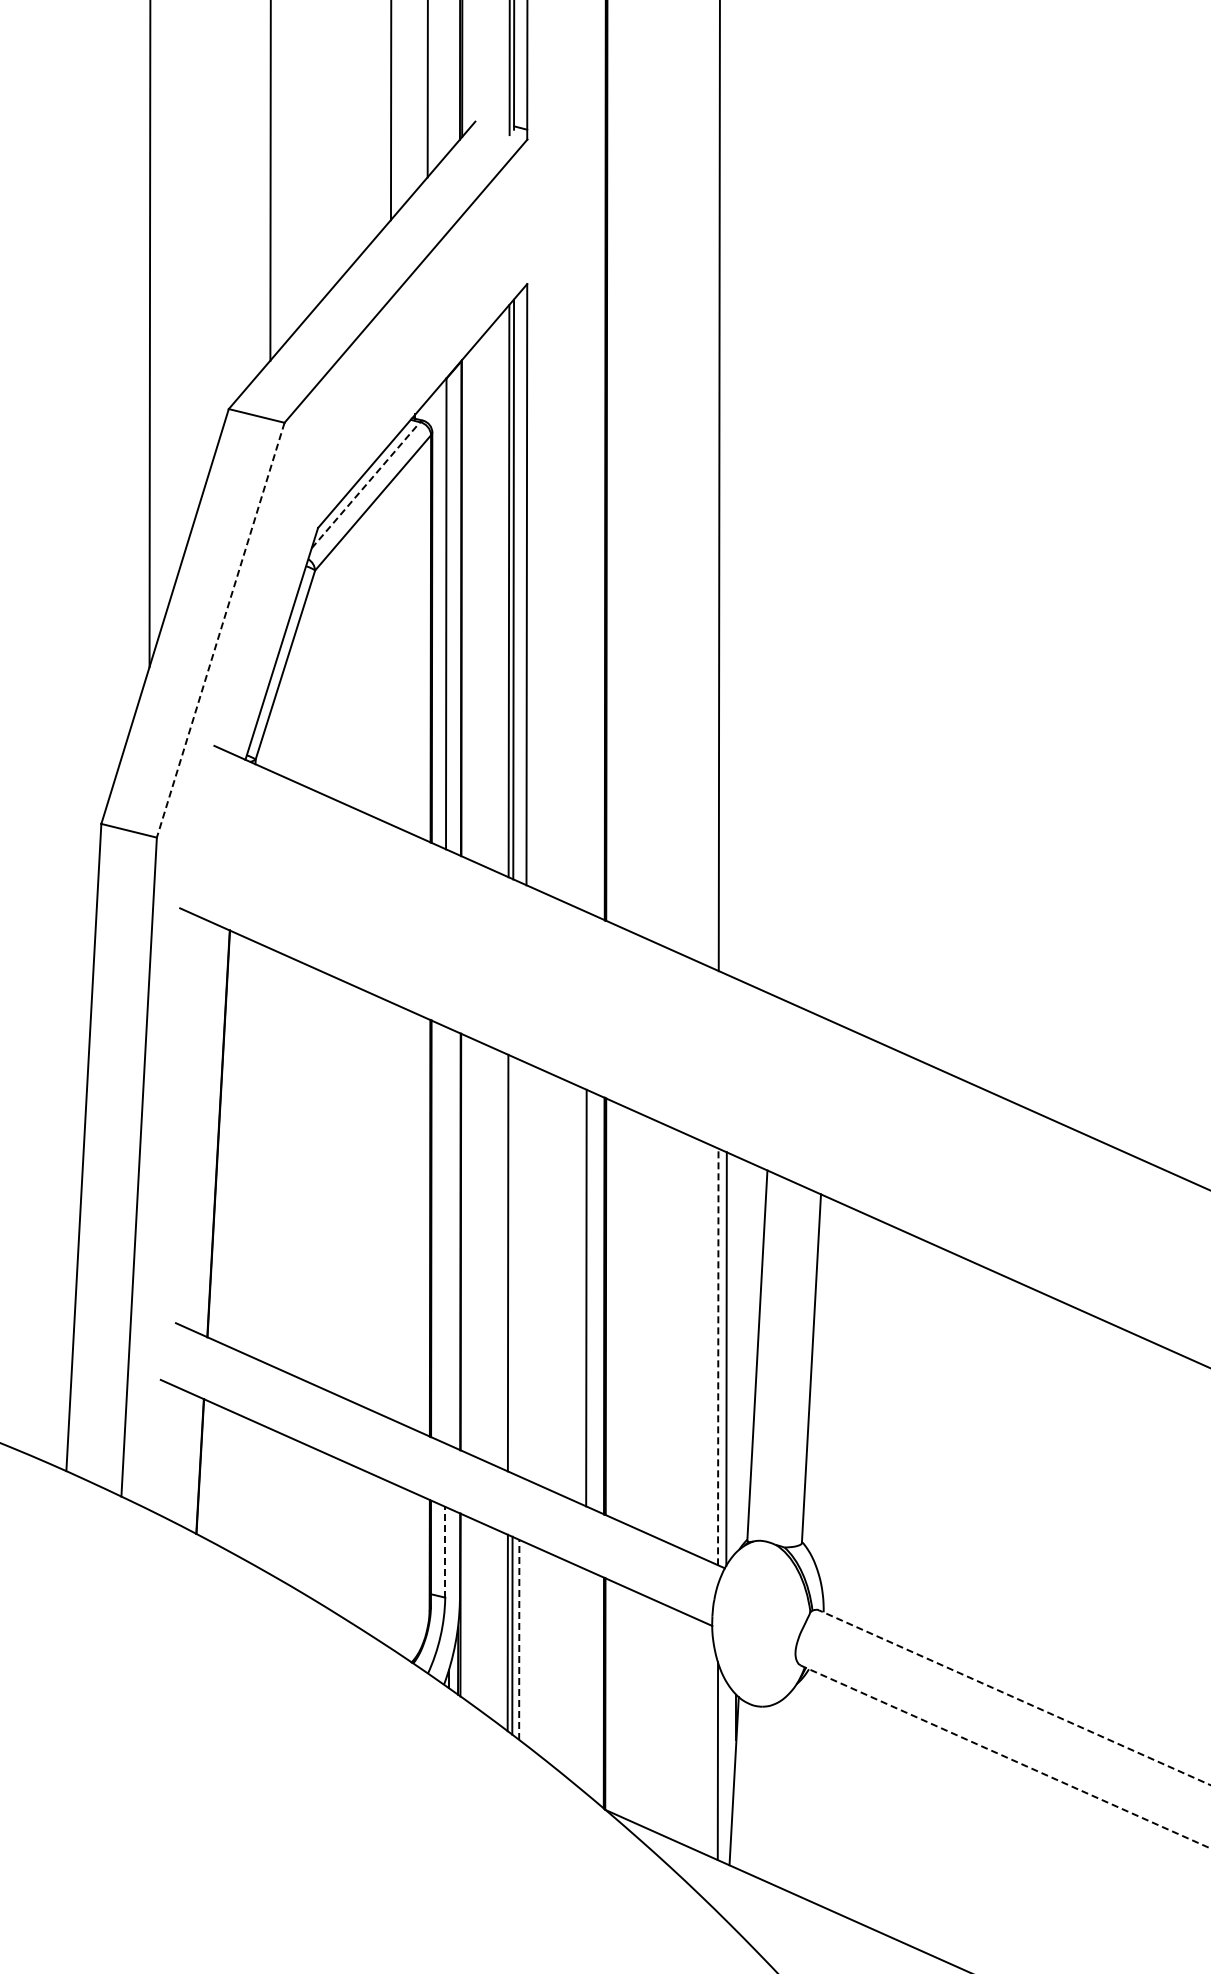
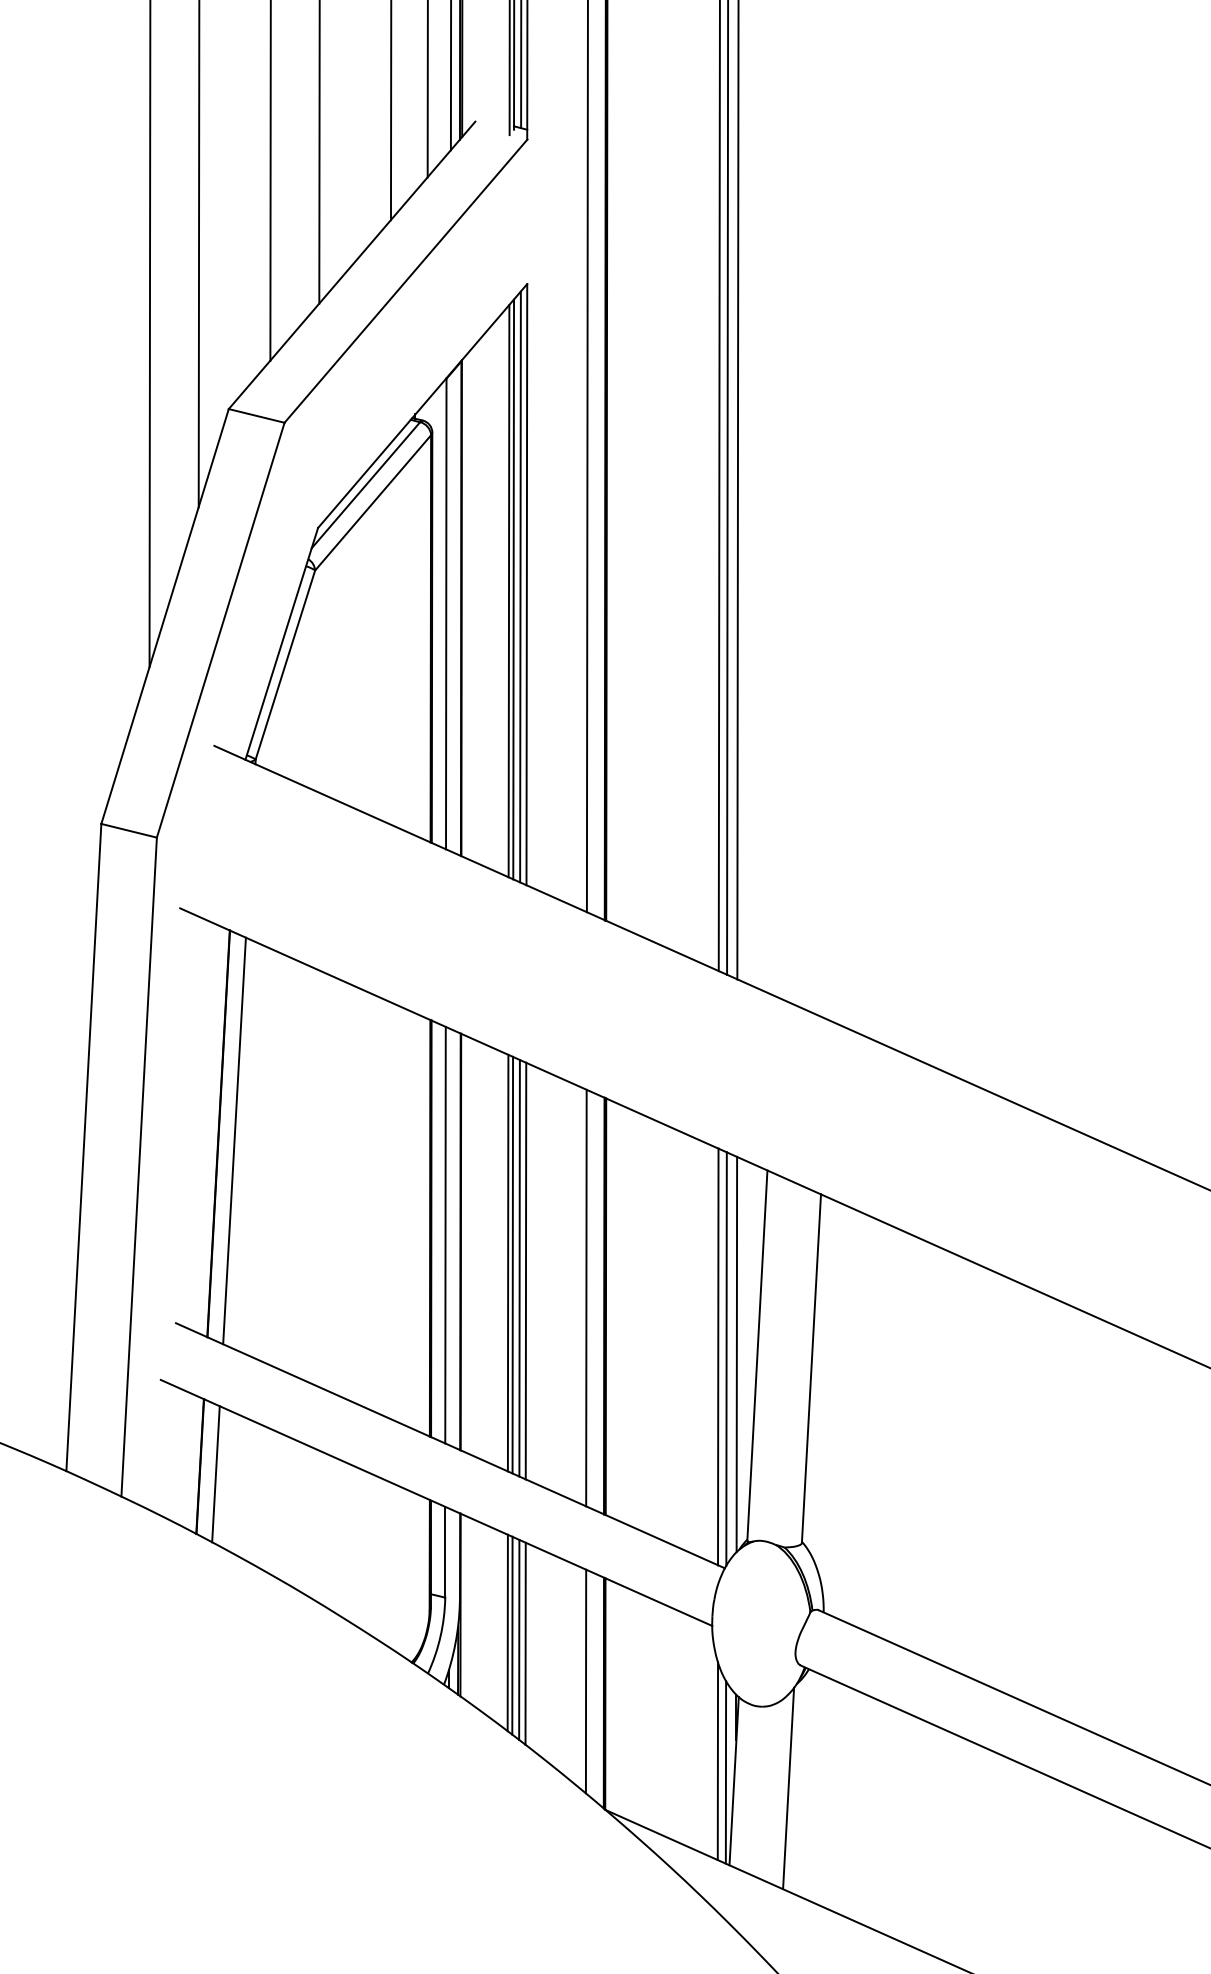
line at (521, 65): none -> present
line at (450, 76): none -> present
line at (319, 152): none -> present
line at (198, 254): none -> present
line at (586, 457): none -> present
line at (366, 484): dashed -> solid
line at (727, 488): none -> present
line at (737, 490): none -> present
line at (520, 586): none -> present
line at (220, 630): dashed -> solid
line at (234, 1140): none -> present
line at (445, 1234): none -> present
line at (512, 1264): none -> present
line at (519, 1267): none -> present
line at (525, 1270): none -> present
line at (736, 1354): none -> present
line at (718, 1356): dashed -> solid
line at (215, 1474): none -> present
line at (445, 1551): dashed -> solid
line at (519, 1639): dashed -> solid
line at (525, 1643): none -> present
line at (585, 1681): none -> present
line at (1014, 1697): dashed -> solid
line at (1005, 1757): dashed -> solid
line at (725, 1772): none -> present
line at (788, 1787): none -> present
